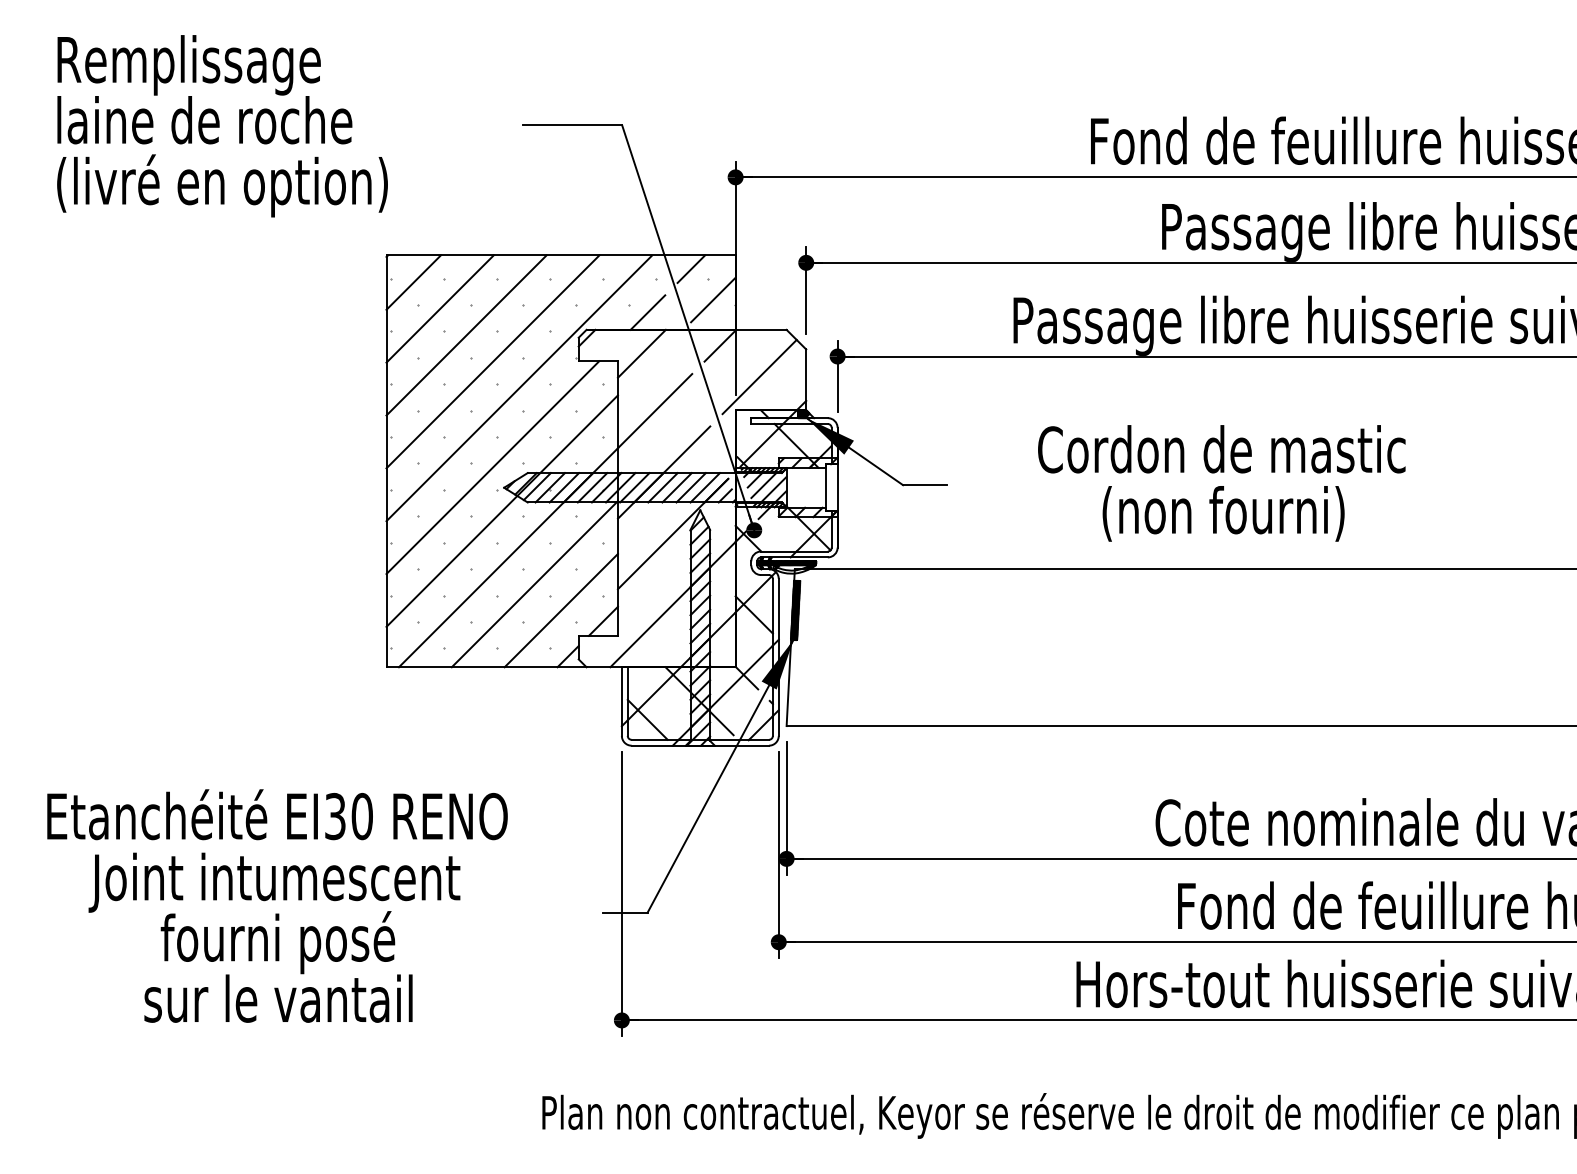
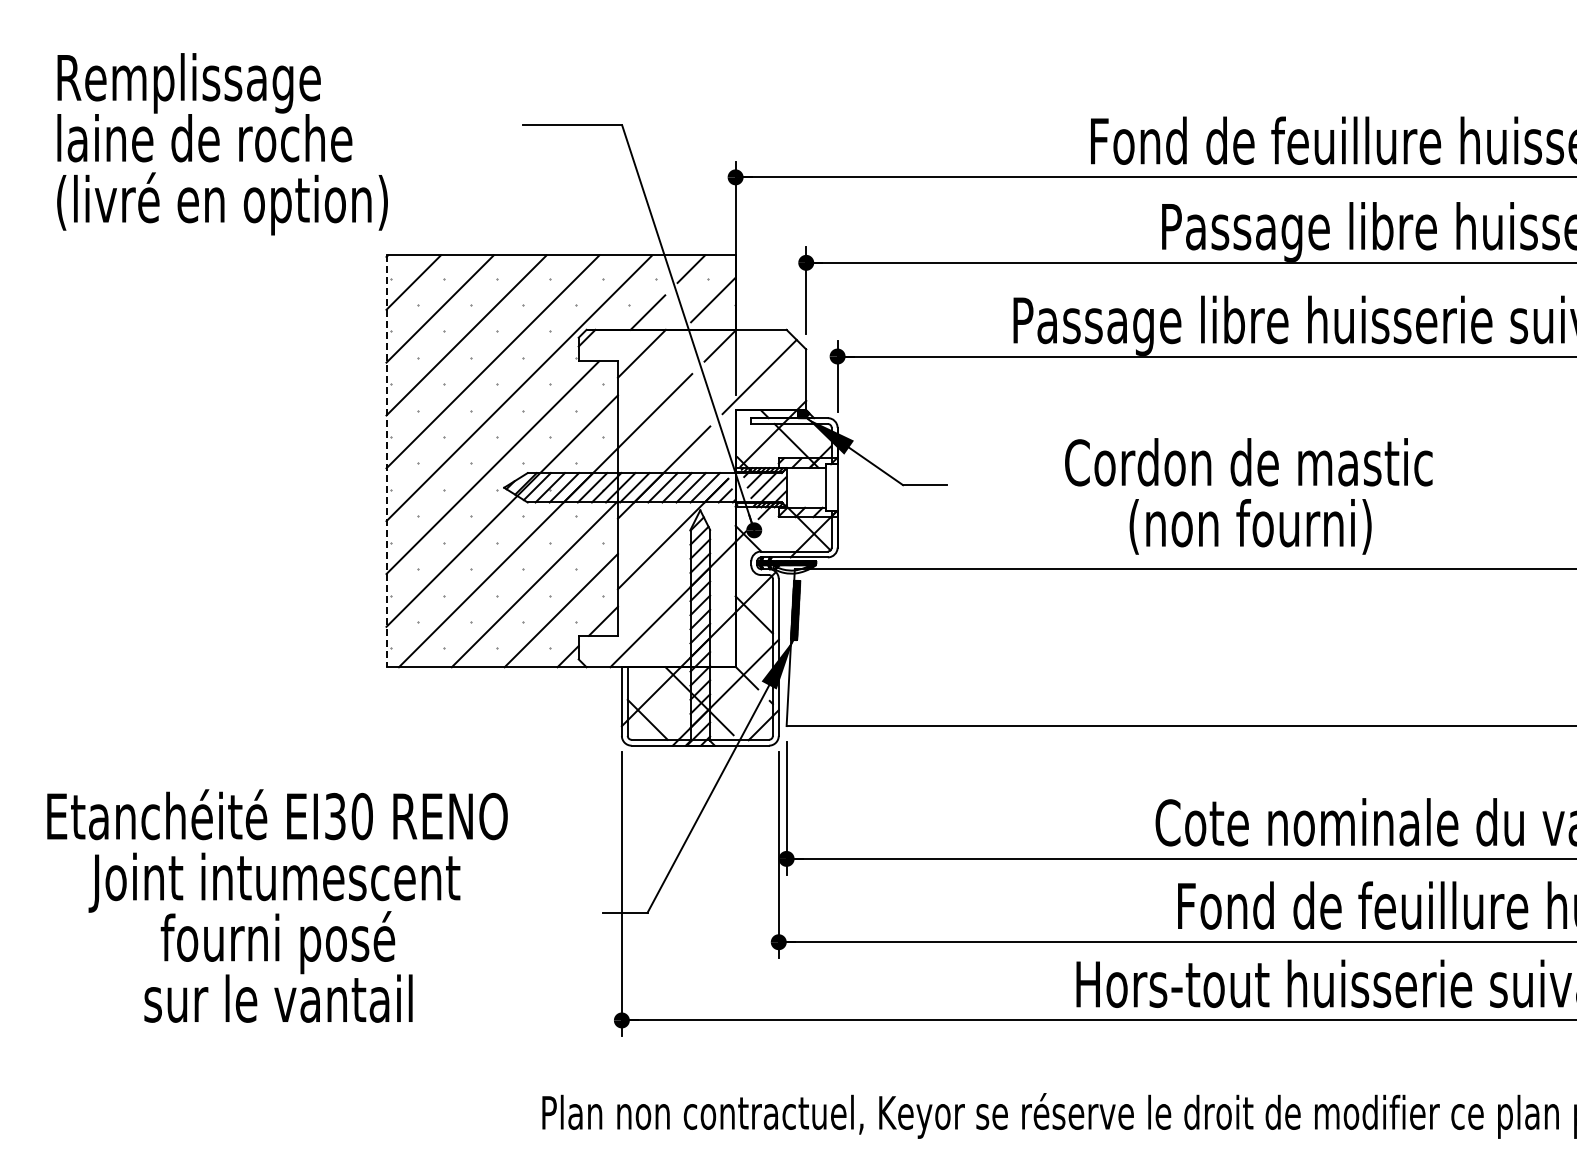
text at (222, 126) position: (222, 126) -> (222, 144)
line at (386, 461): solid -> dashed
text at (1221, 483) position: (1221, 483) -> (1248, 496)
